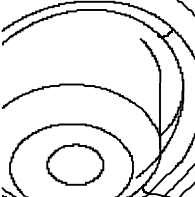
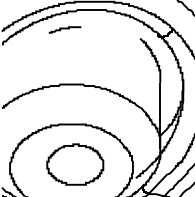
curve at (64, 29): none -> present
